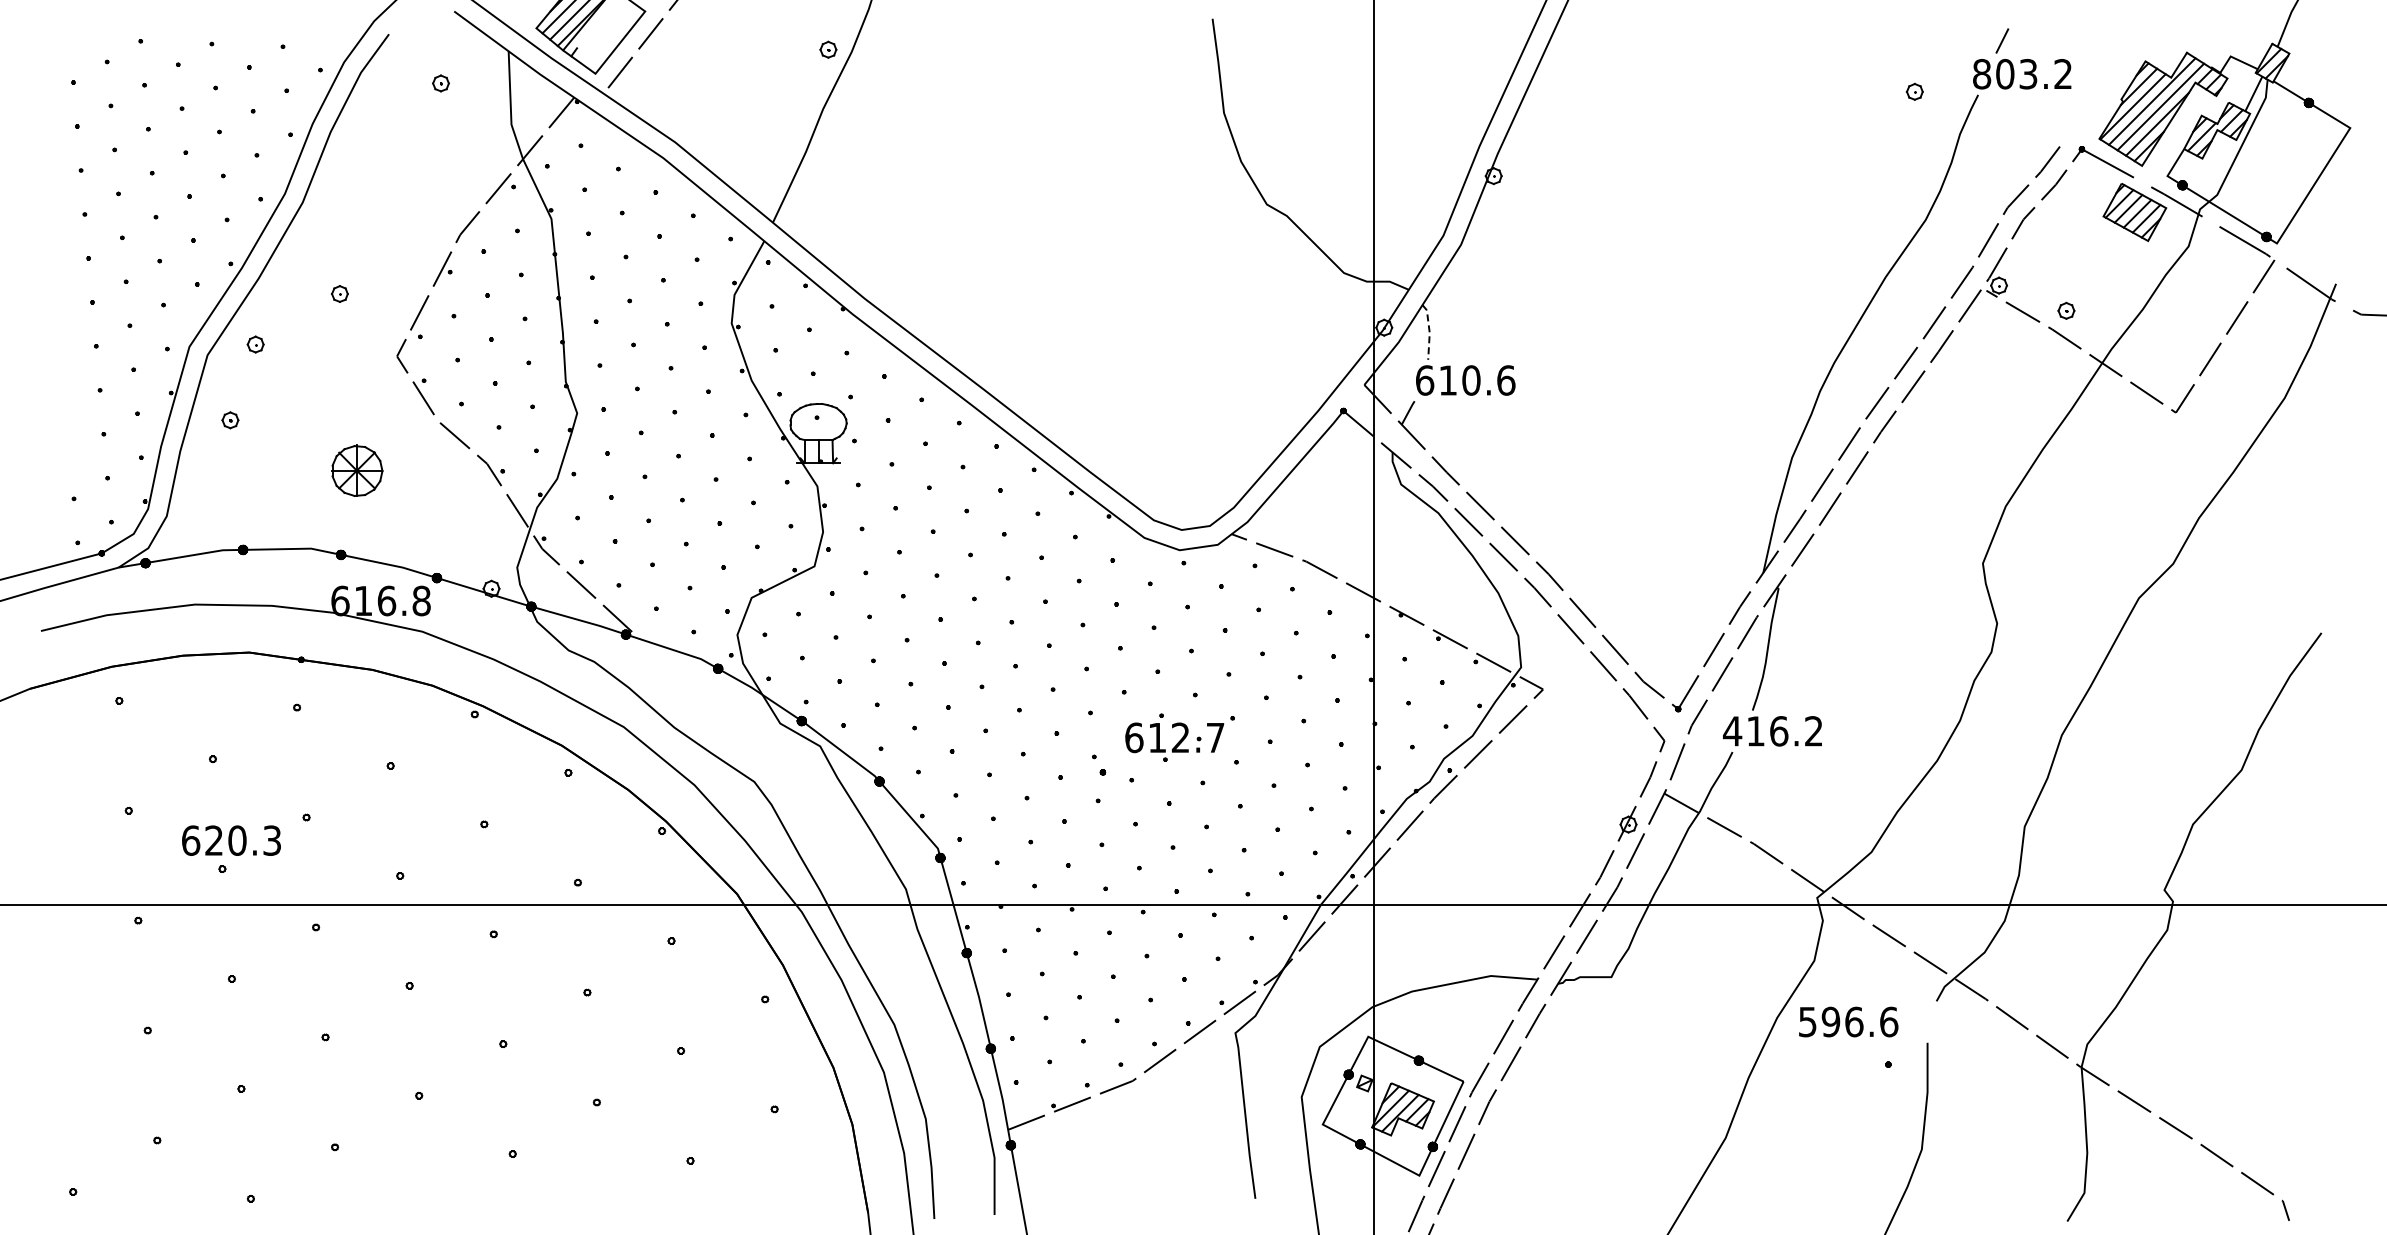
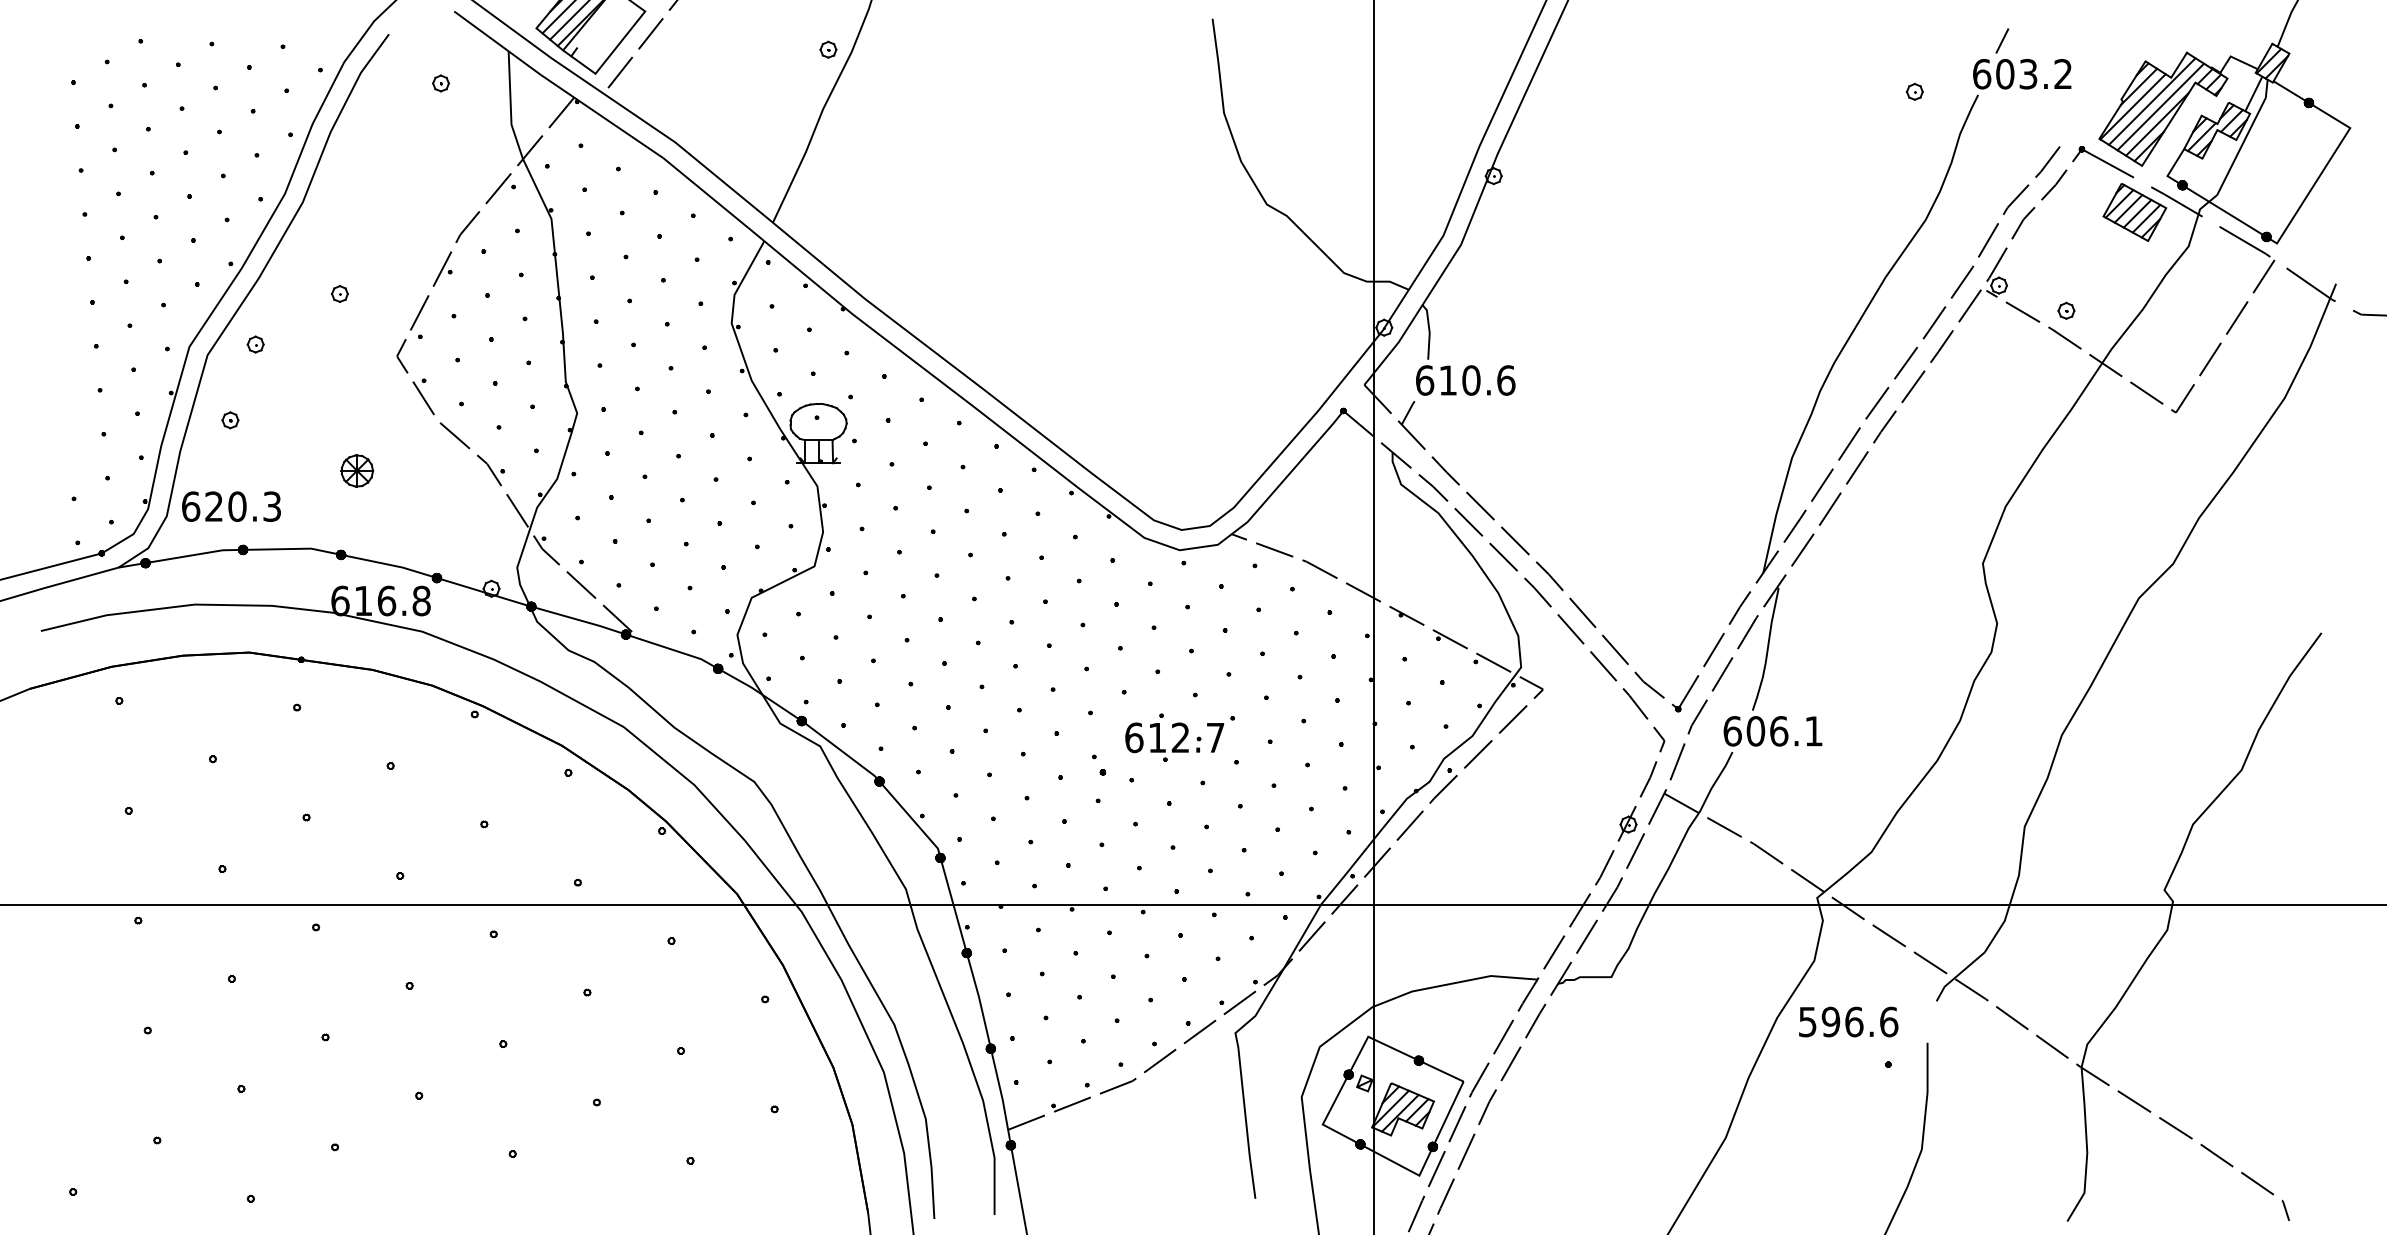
text at (1982, 74): 803.2 -> 603.2
line at (1429, 331): dashed -> solid
part at (357, 470) size: 53x53 px -> 35x34 px
text at (1772, 731): 416.2 -> 606.1
text at (231, 840) position: (231, 840) -> (231, 506)
